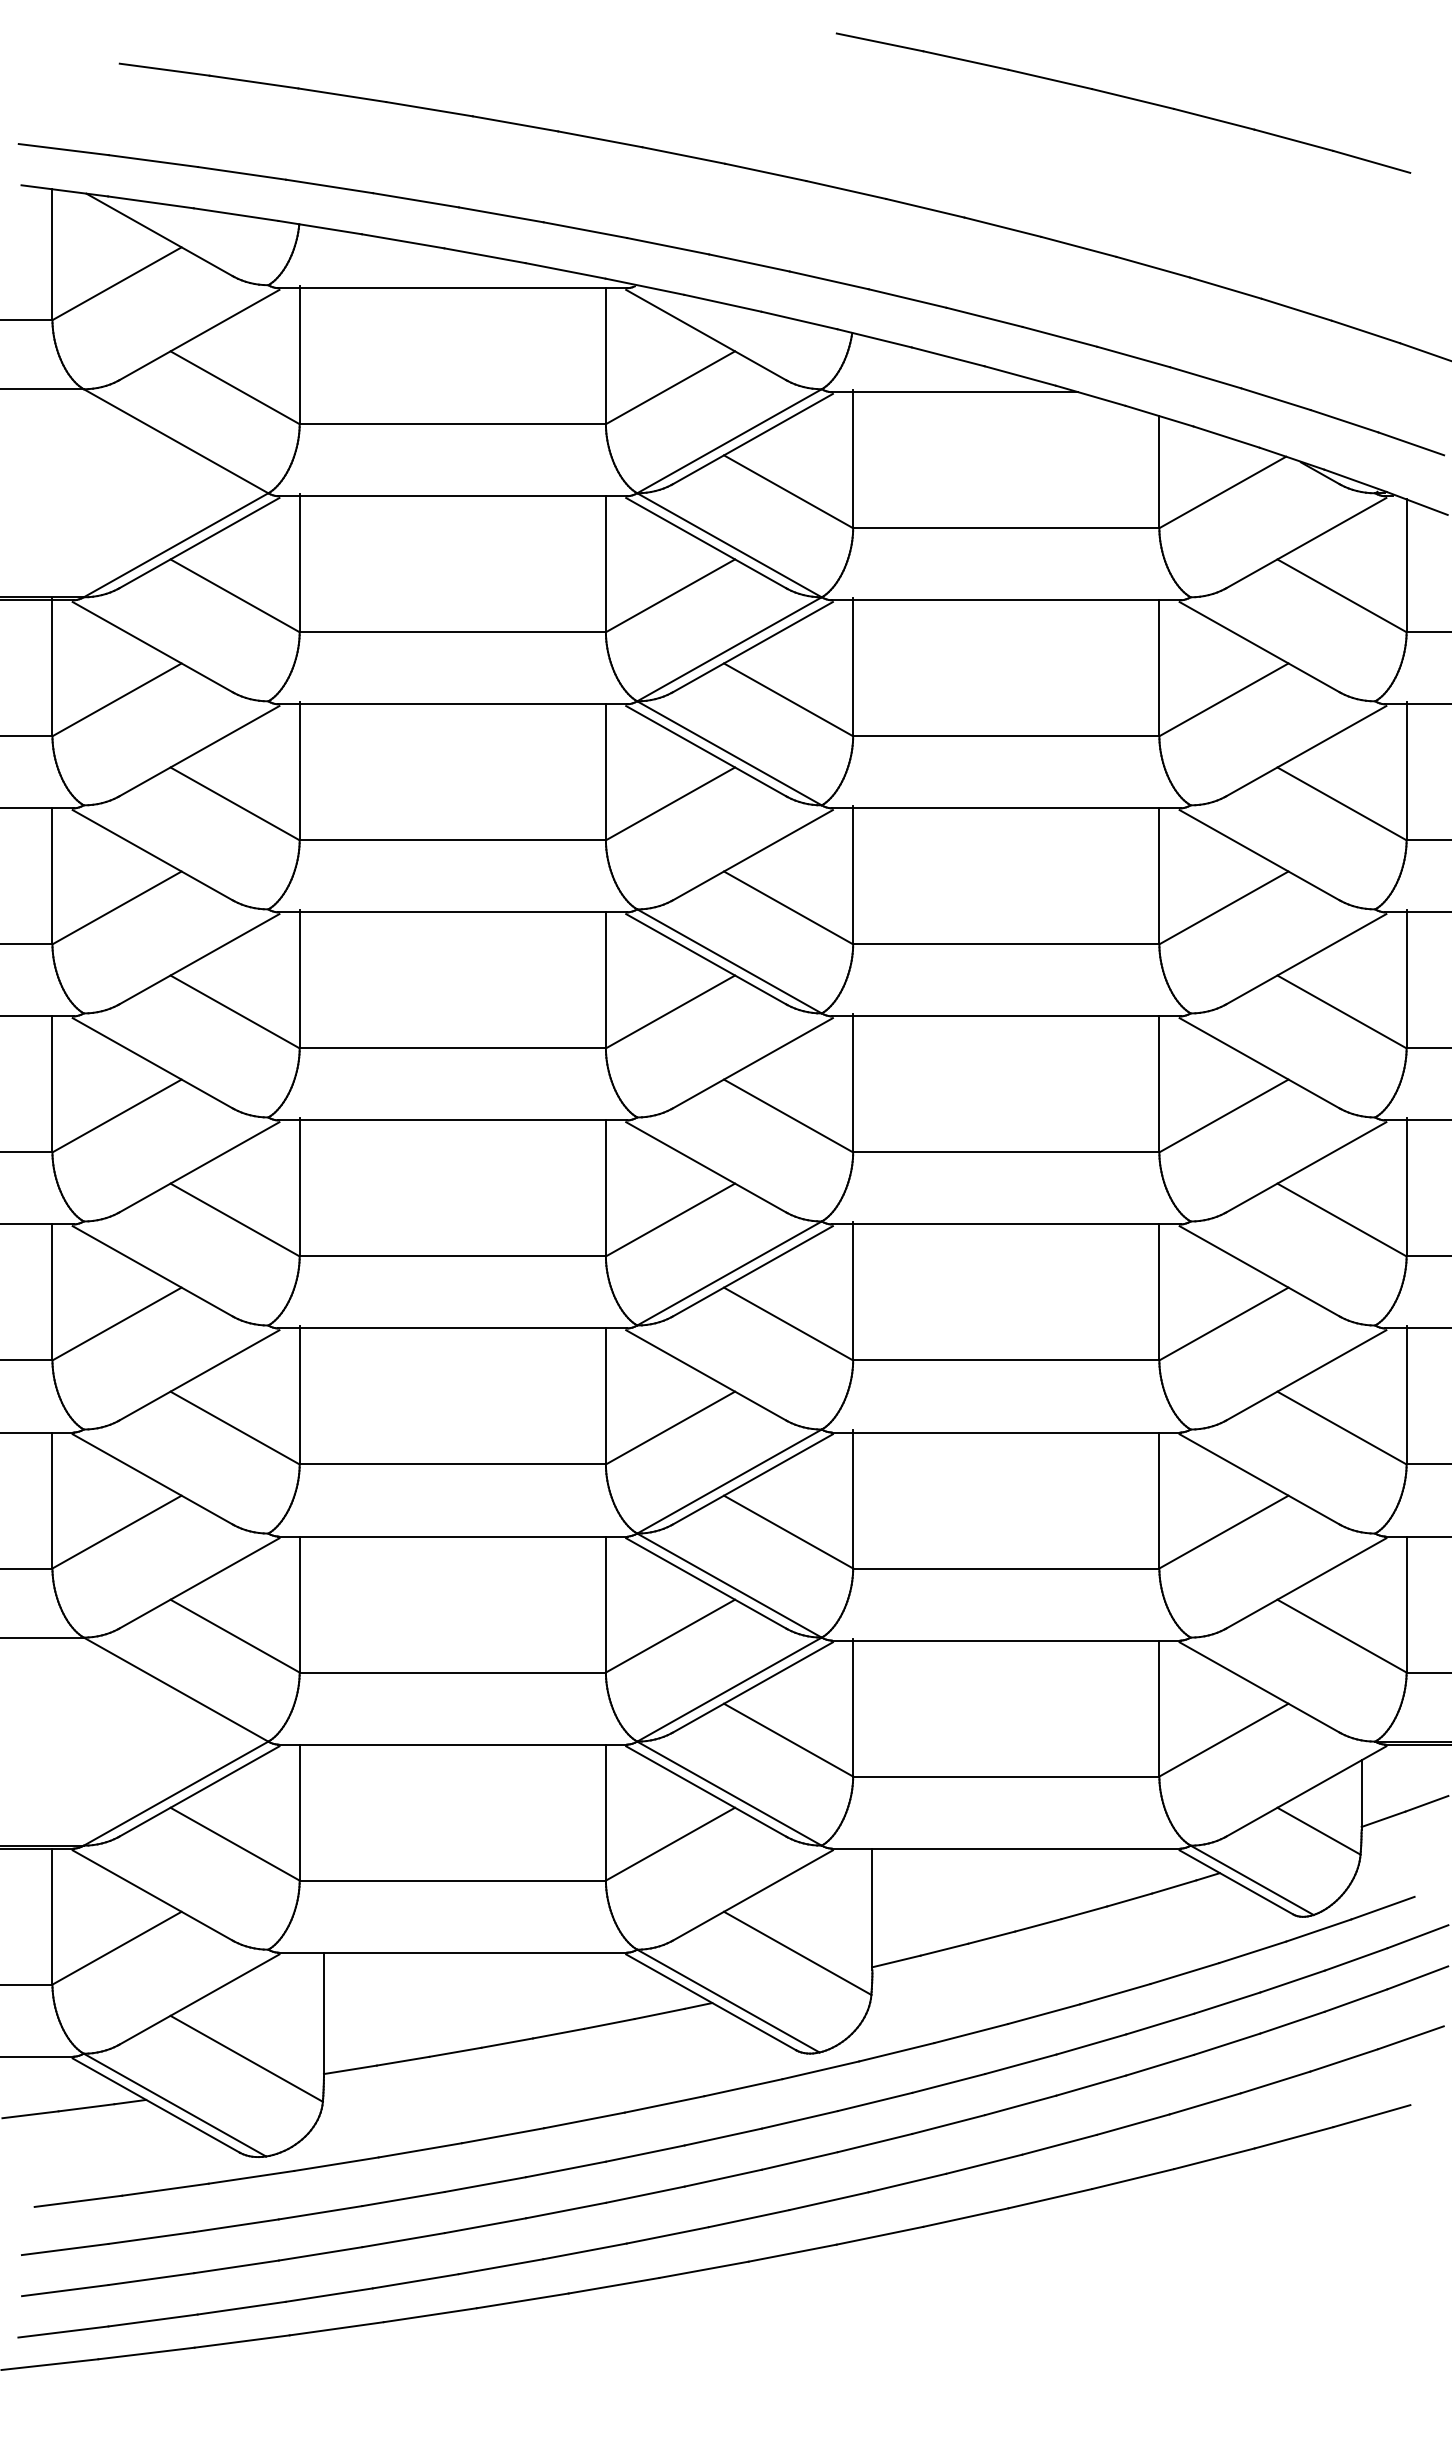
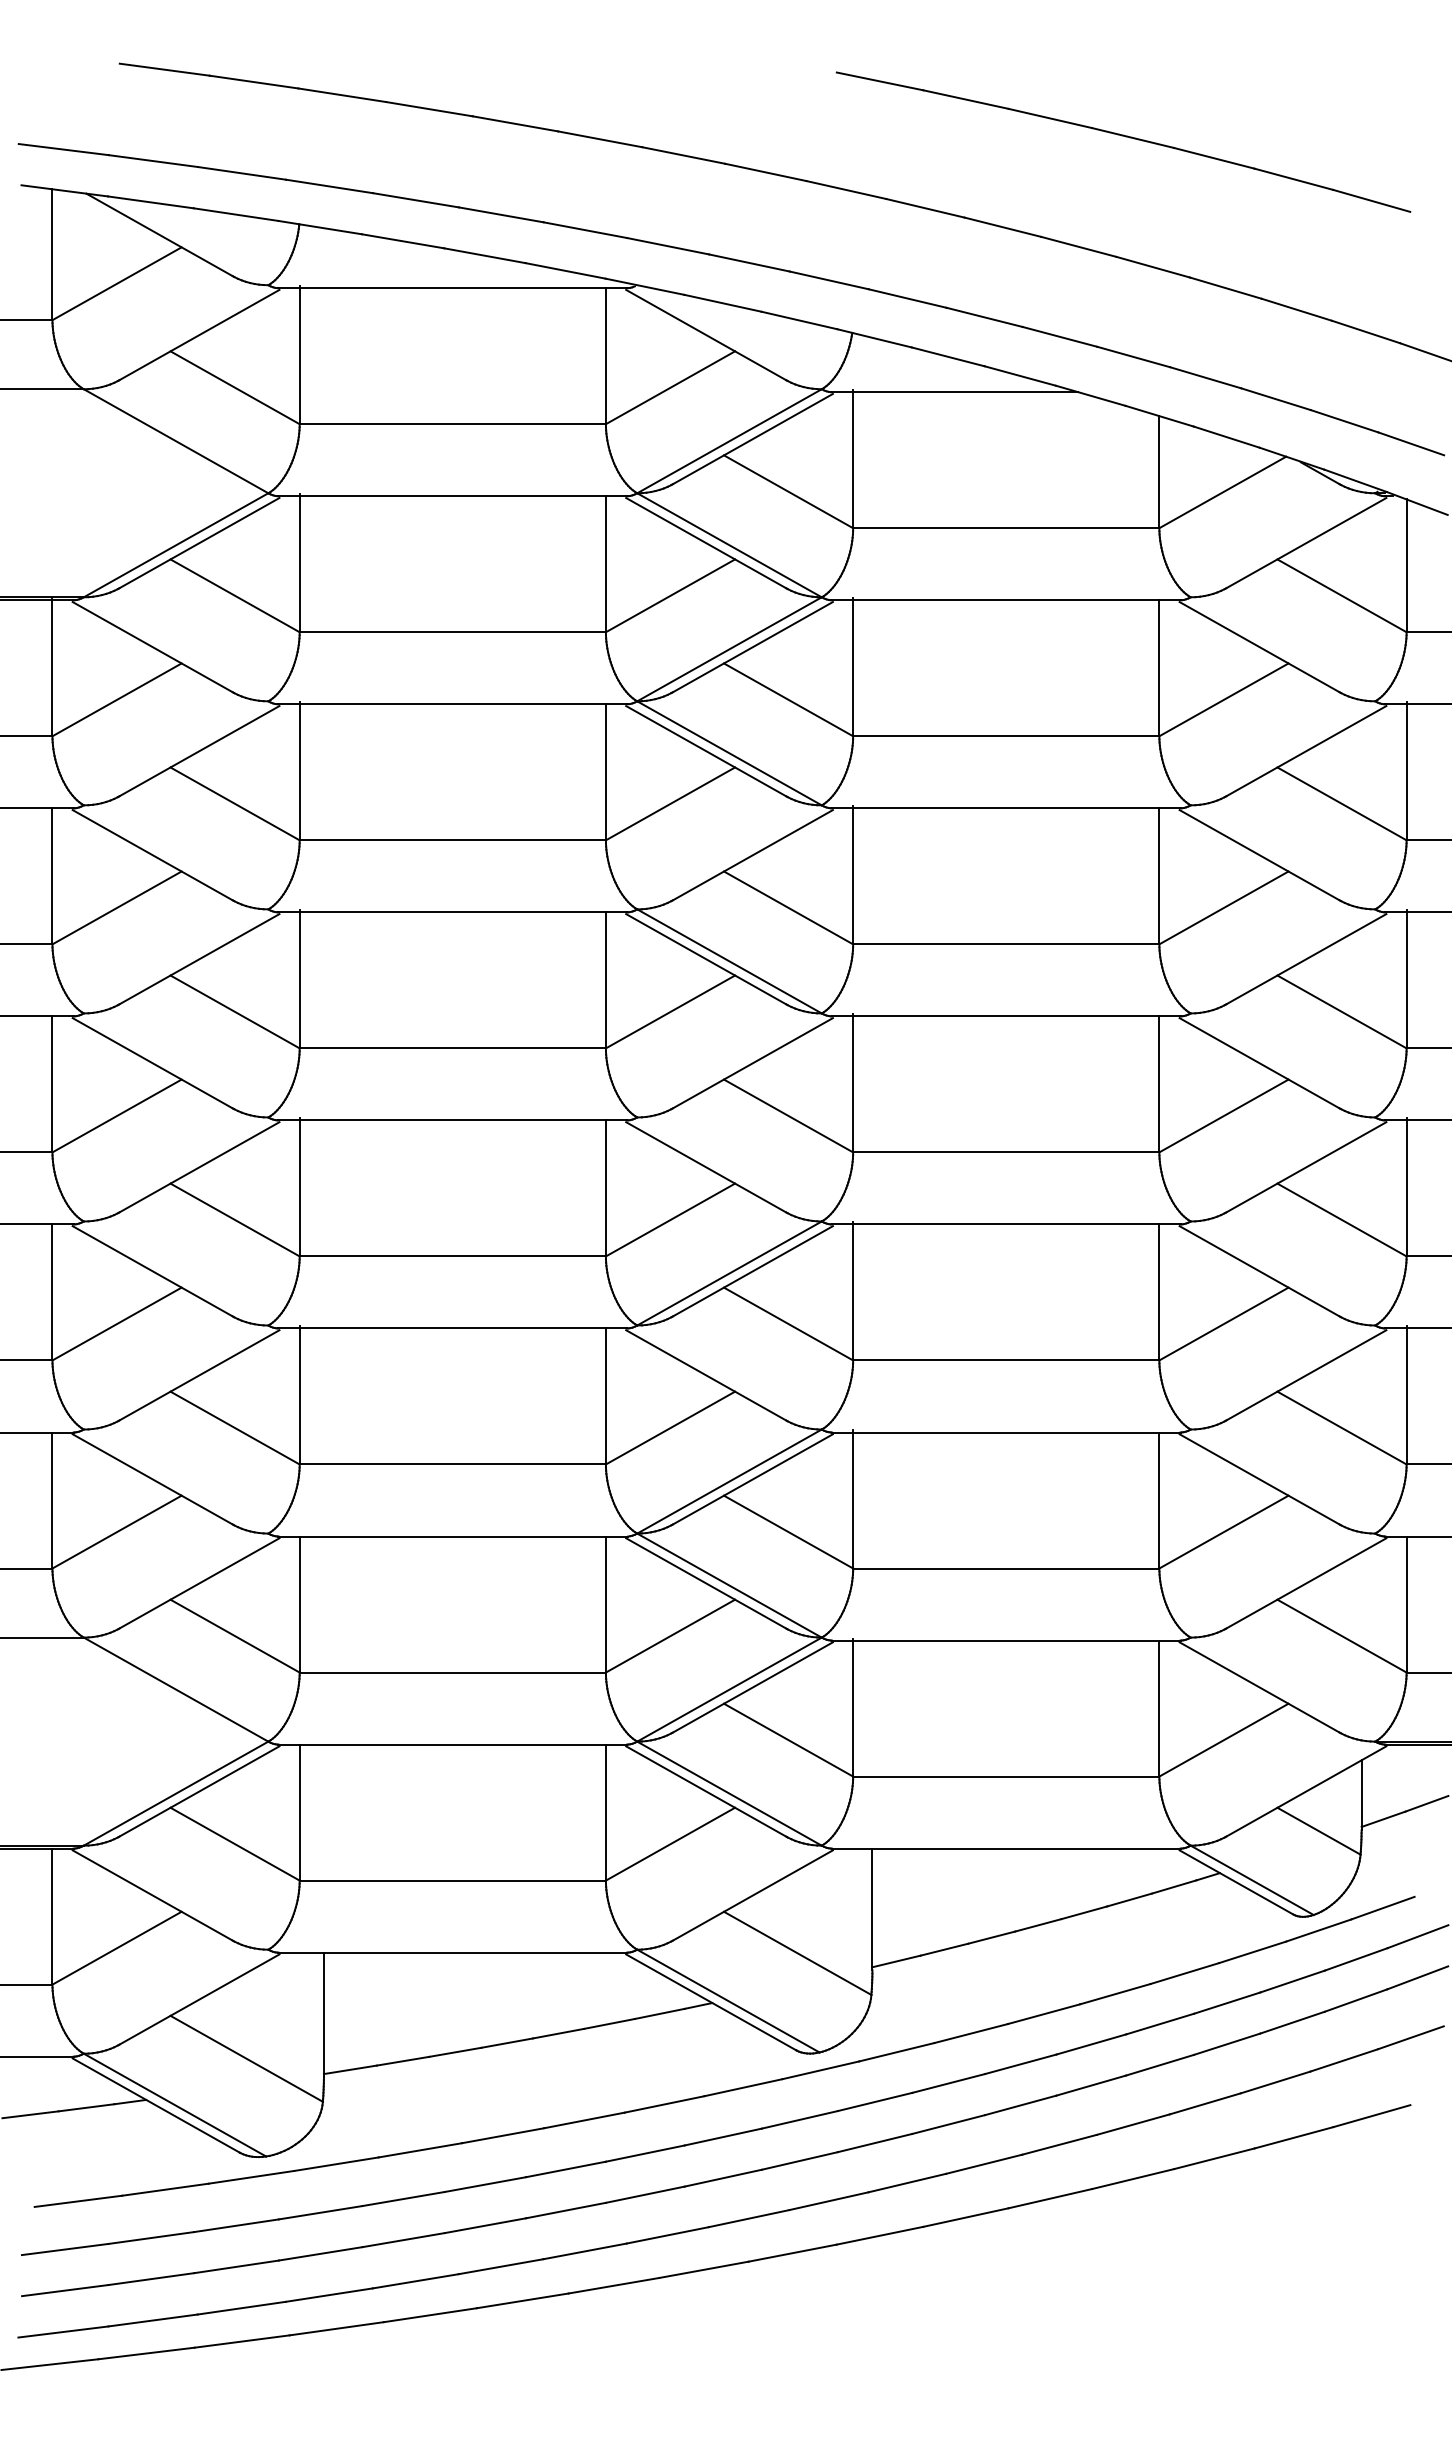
part at (1123, 102) position: (1123, 102) -> (1123, 141)
